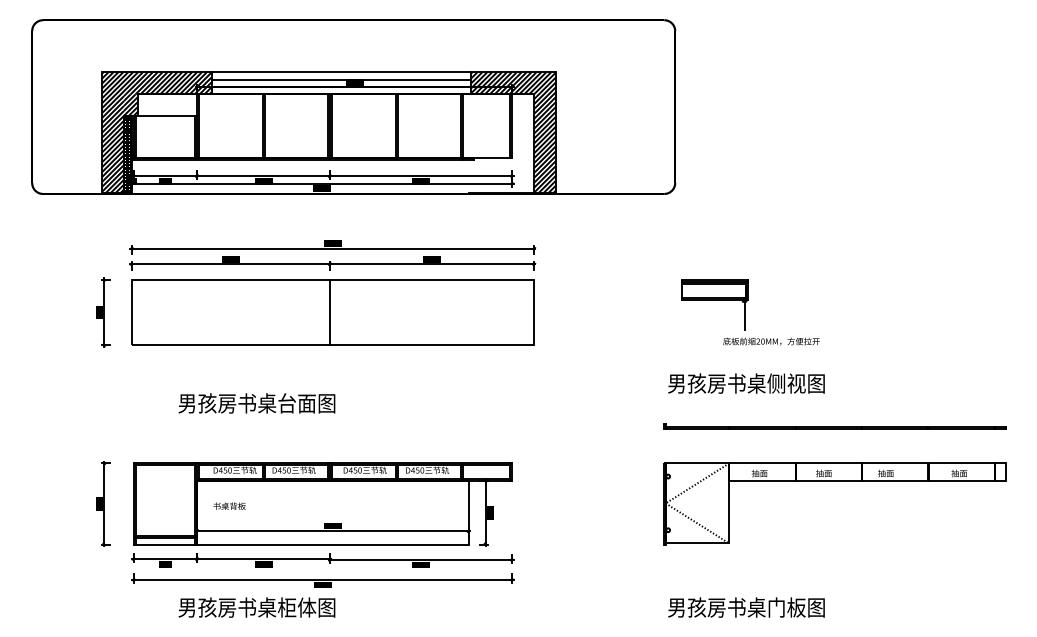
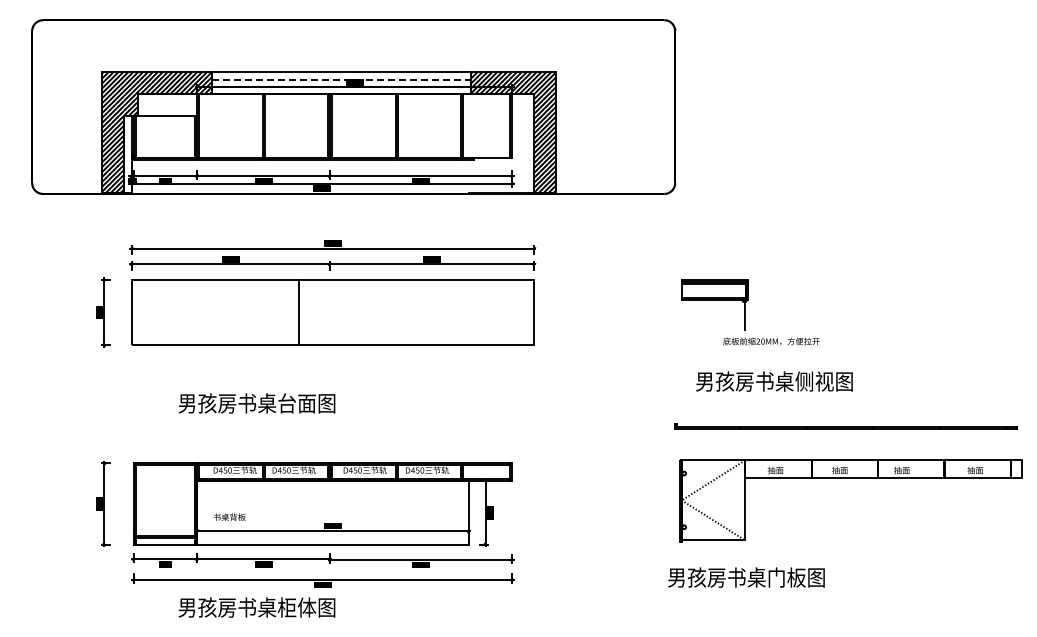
line at (341, 79): solid -> dashed
hatch at (127, 153): present -> none
line at (330, 312) position: (330, 312) -> (299, 312)
text at (746, 383) position: (746, 383) -> (774, 381)
part at (834, 426) position: (834, 426) -> (845, 426)
part at (834, 481) position: (834, 481) -> (850, 478)
text at (229, 505) position: (229, 505) -> (229, 516)
text at (746, 607) position: (746, 607) -> (746, 577)
